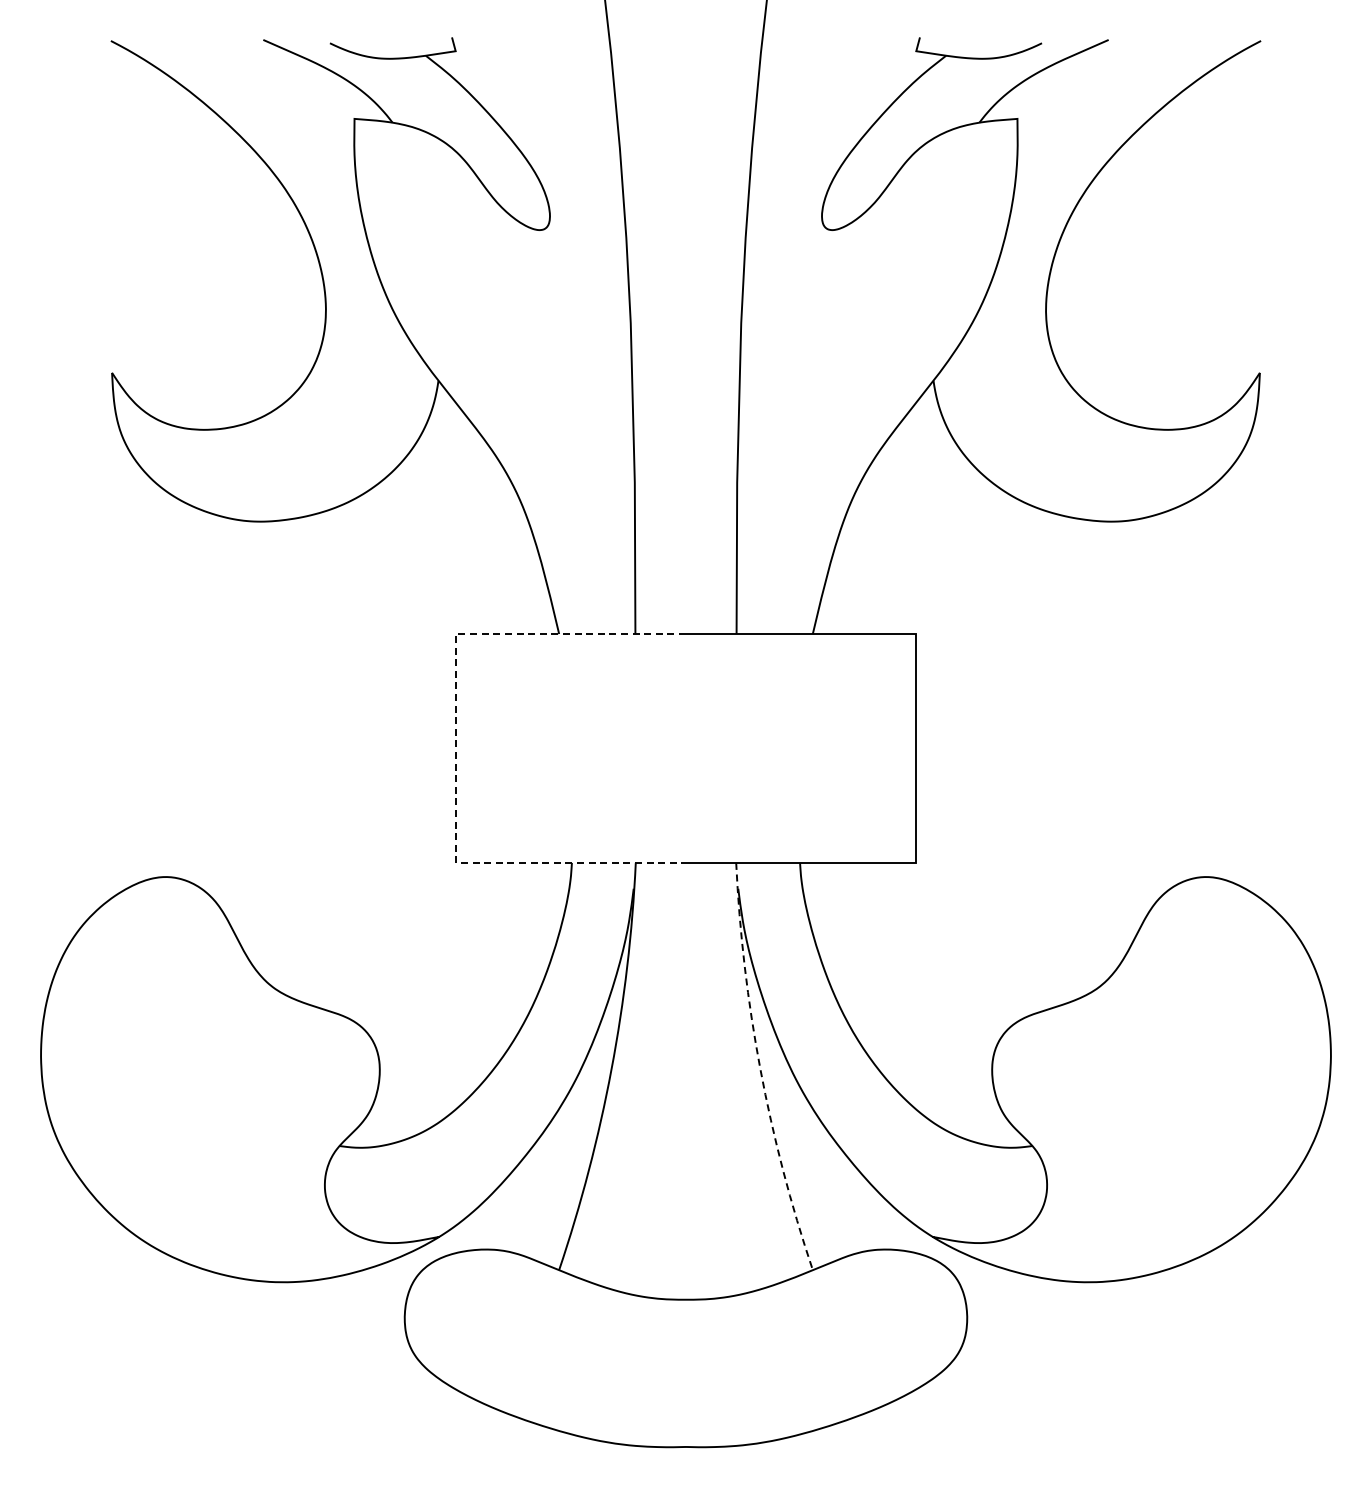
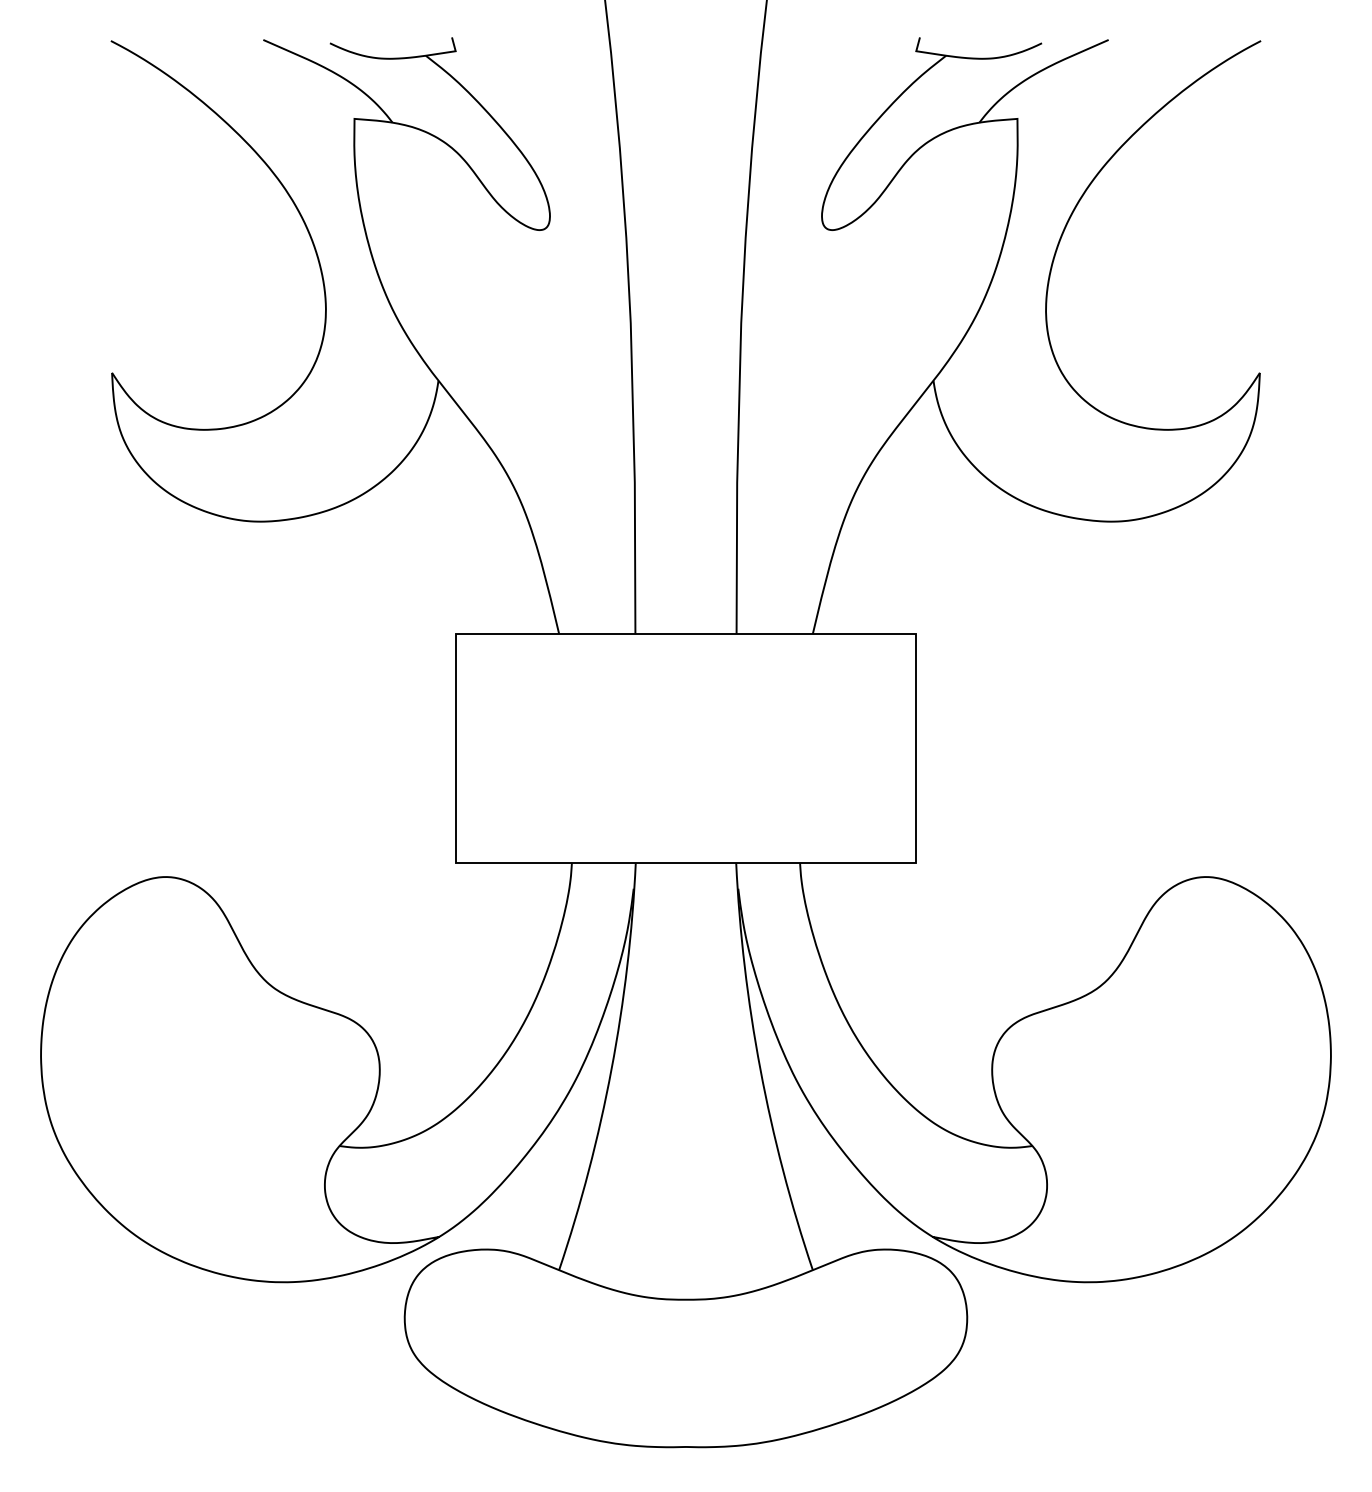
line at (455, 748): dashed -> solid
arc at (760, 1069): dashed -> solid
